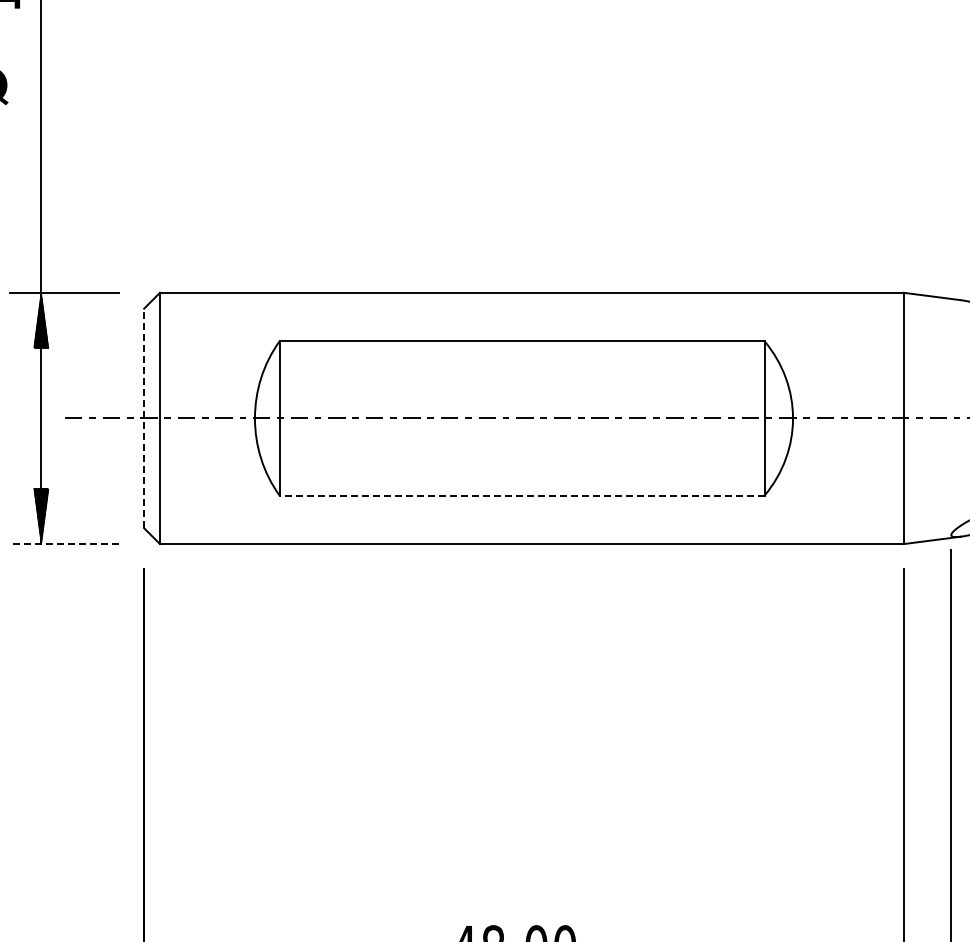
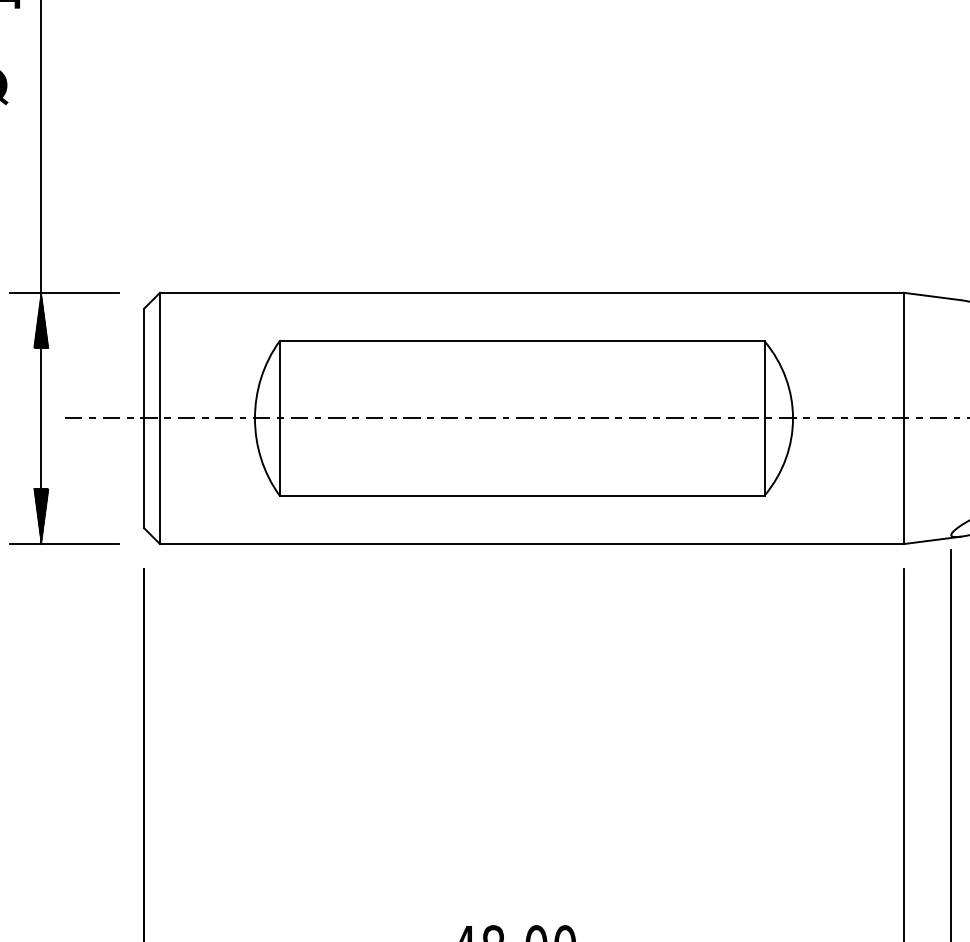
line at (144, 418): dashed -> solid
line at (521, 495): dashed -> solid
line at (64, 544): dashed -> solid
